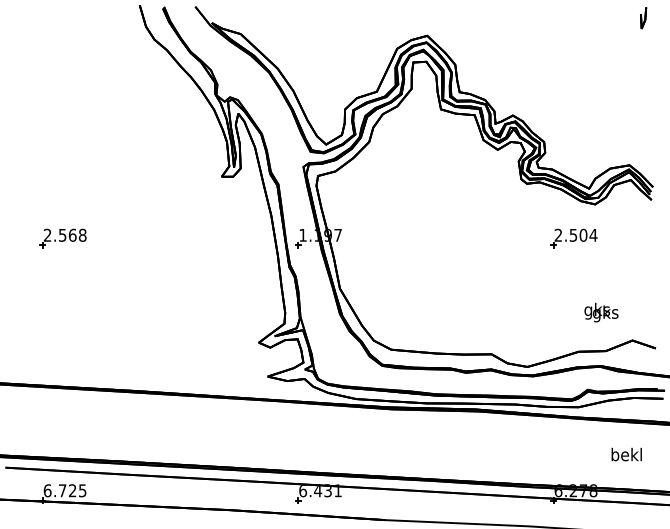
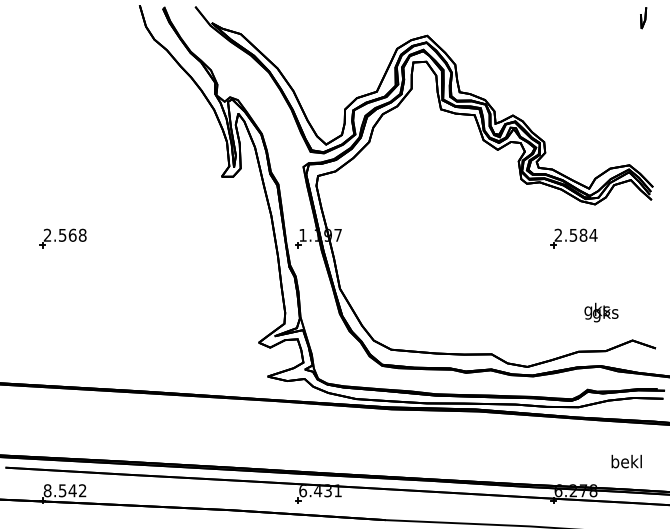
text at (583, 235): 2.504 -> 2.584
text at (626, 454) position: (626, 454) -> (626, 461)
text at (64, 490): 6.725 -> 8.542
